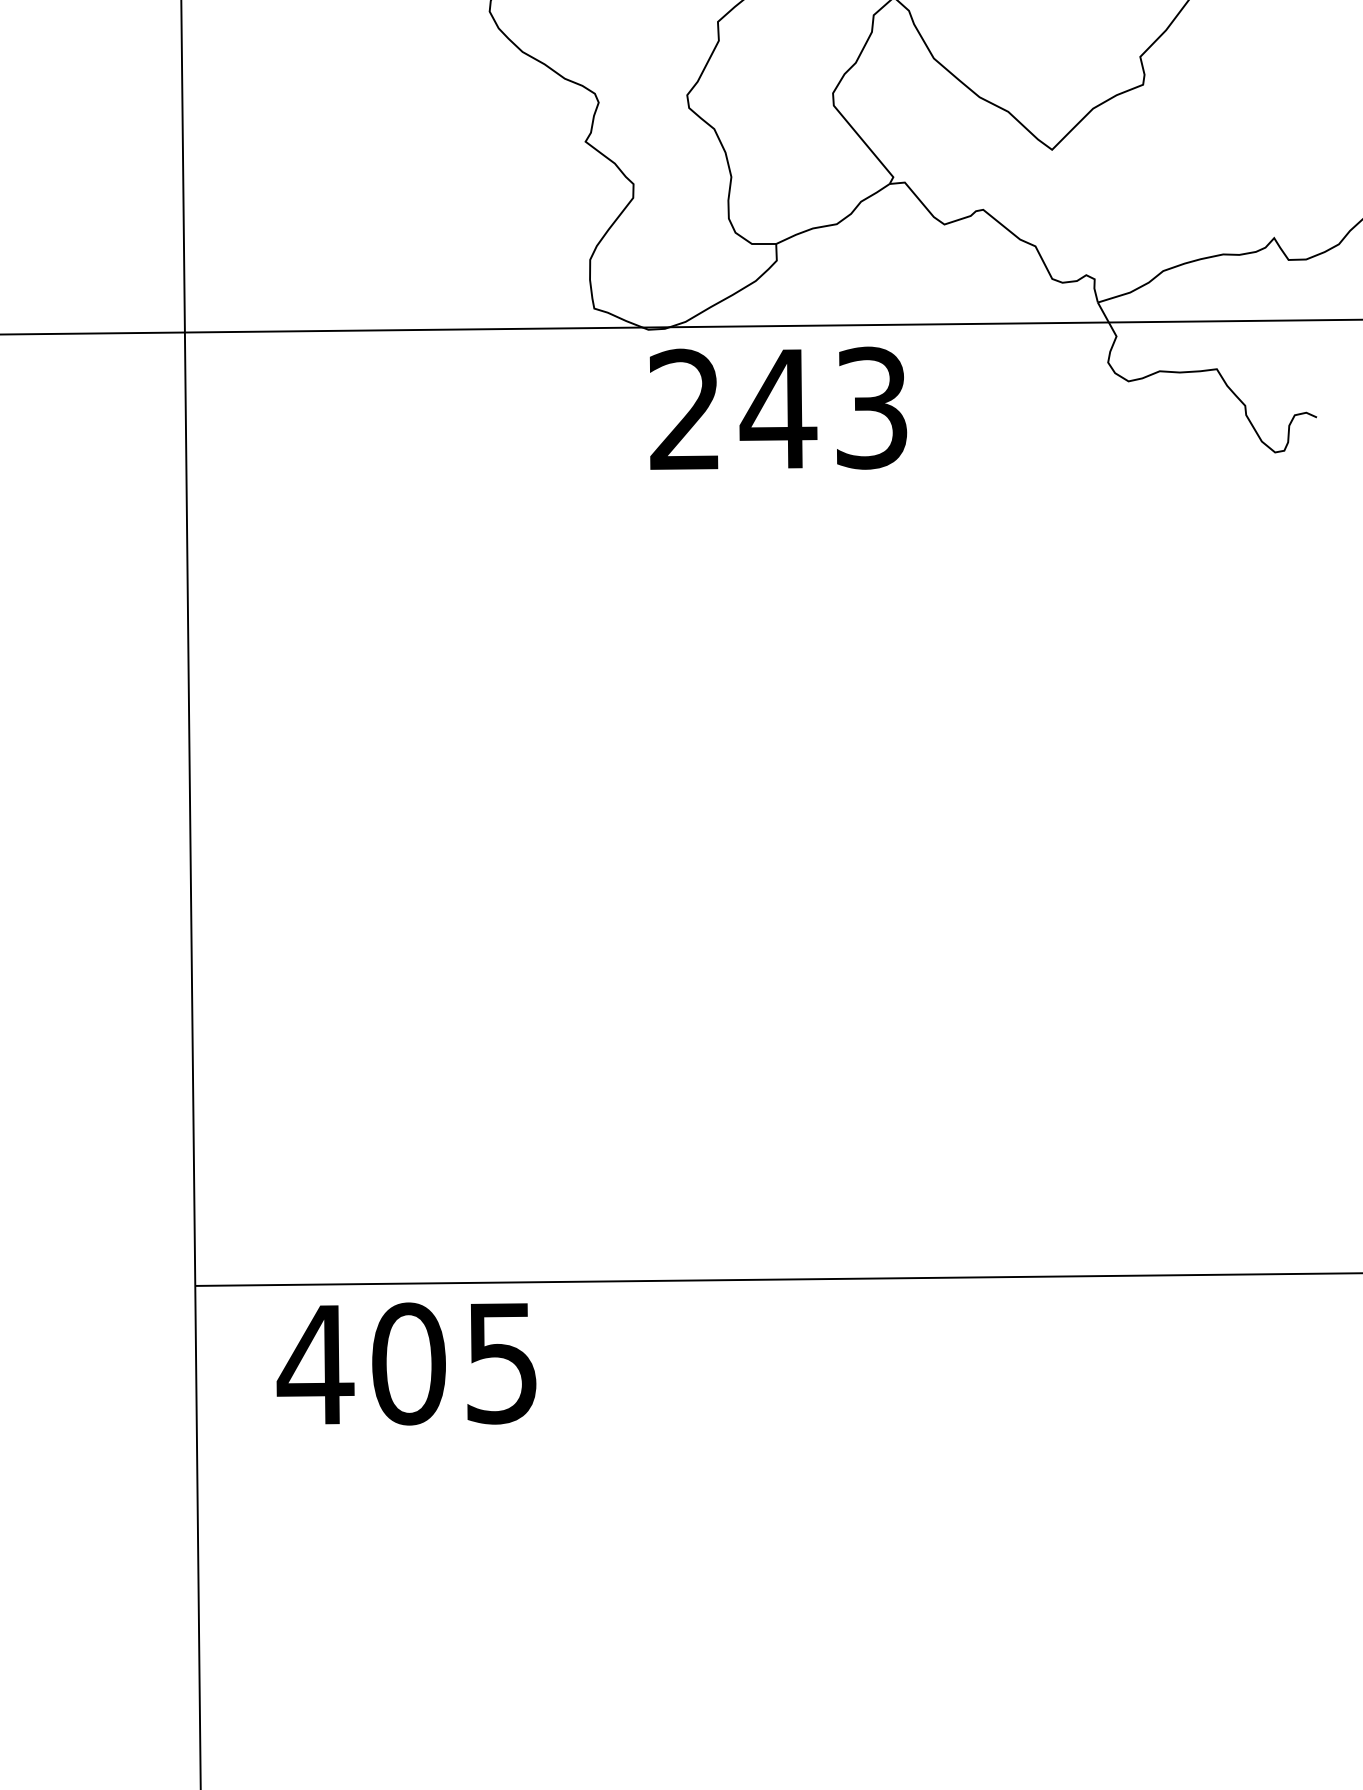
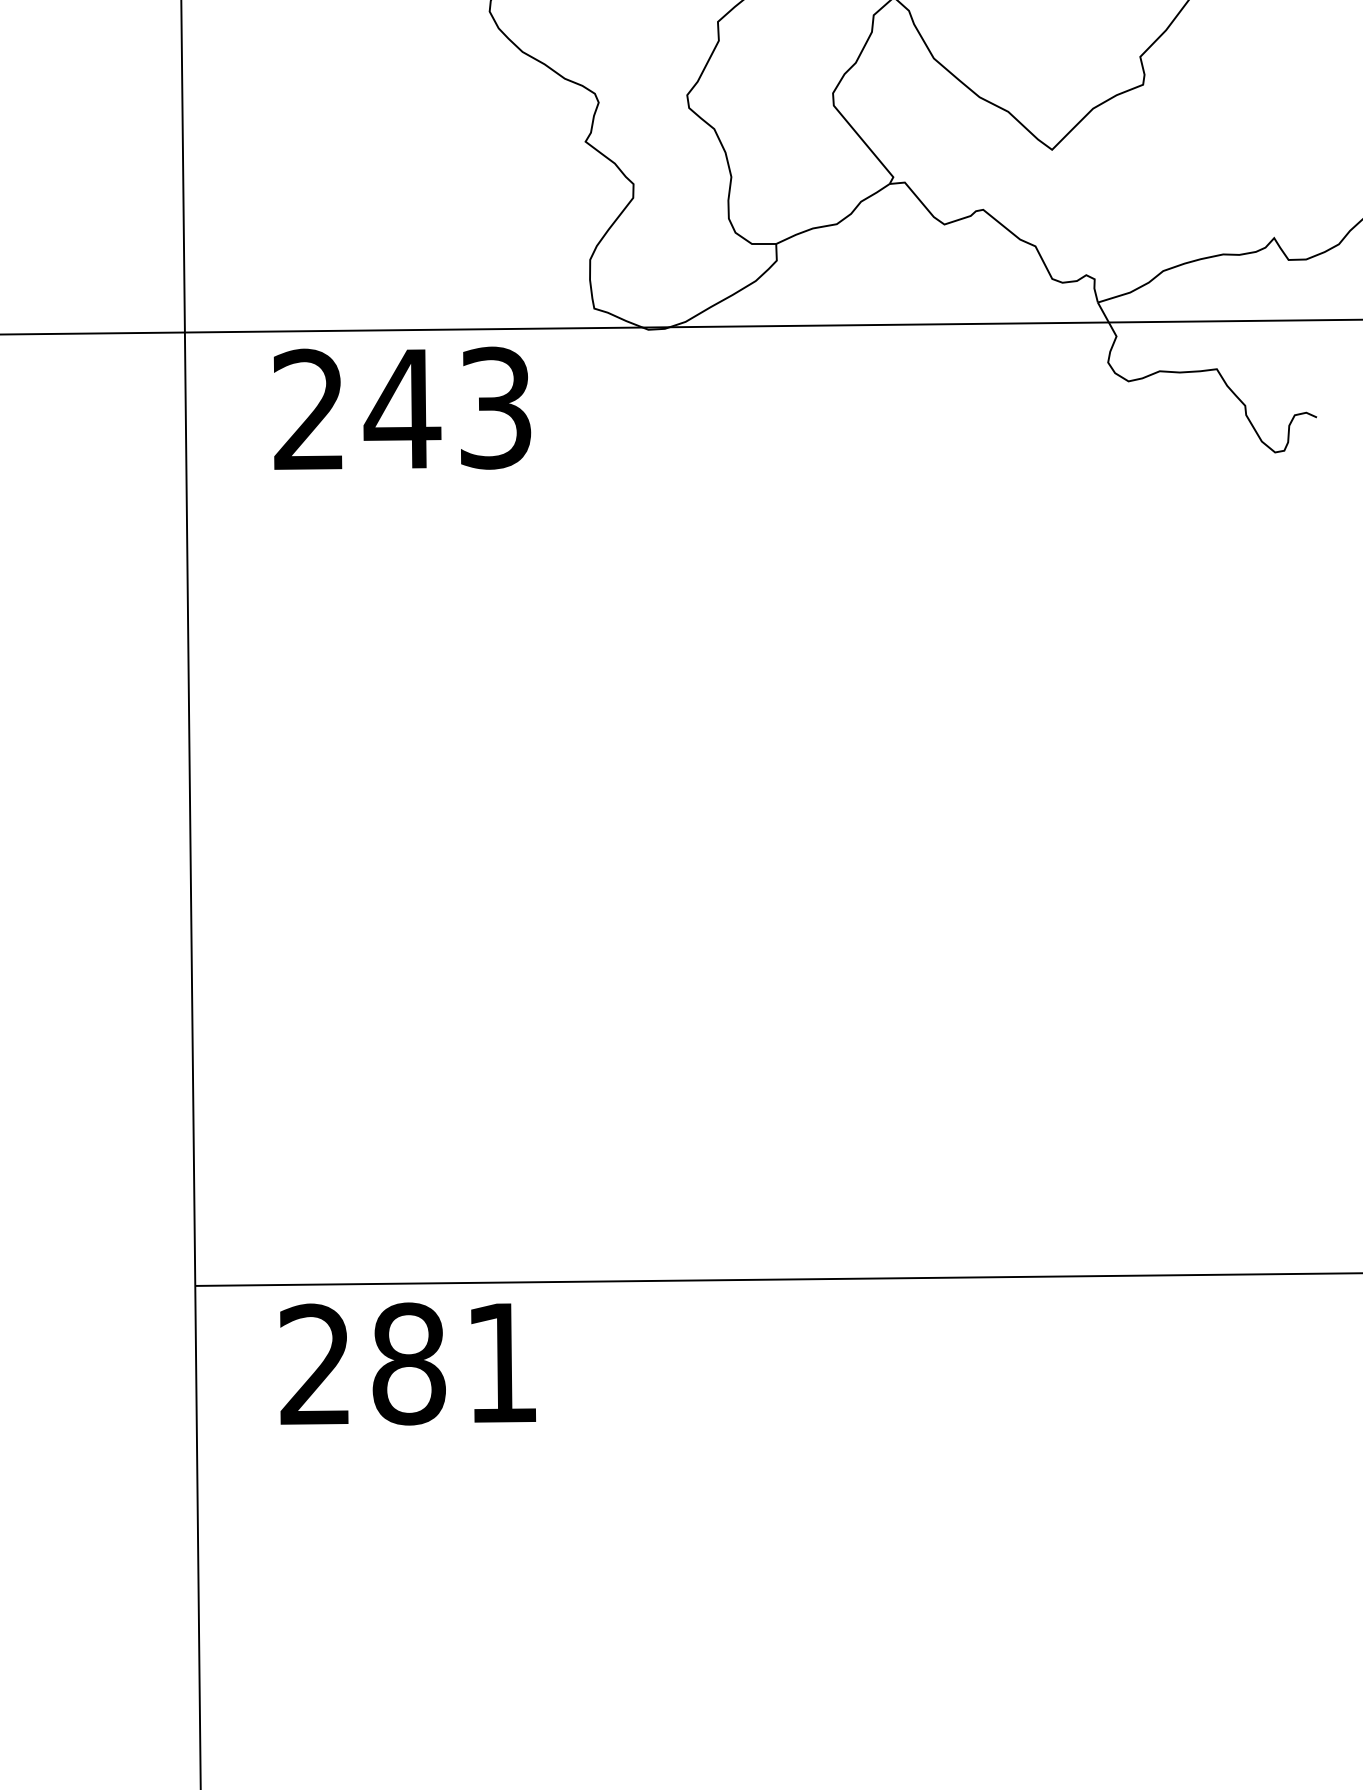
text at (778, 407) position: (778, 407) -> (402, 407)
text at (406, 1363): 405 -> 281
